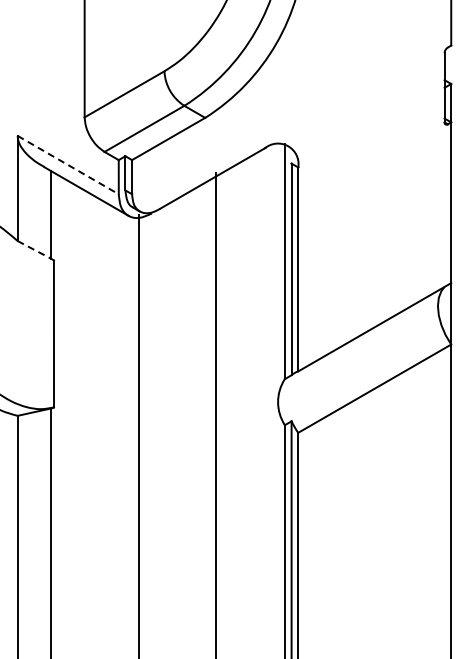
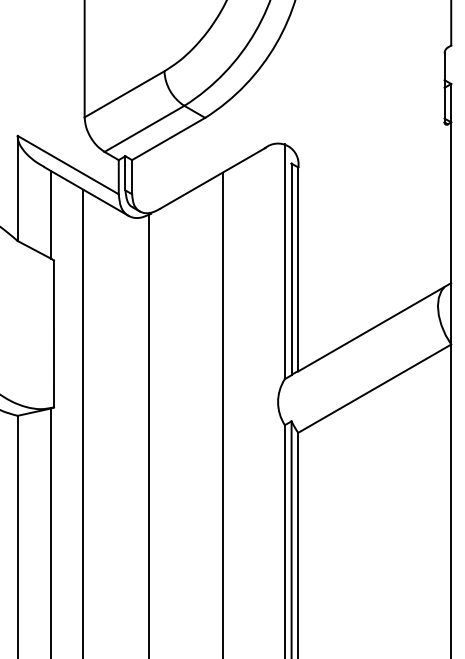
line at (68, 165): dashed -> solid
line at (34, 250): dashed -> solid
line at (215, 413) position: (215, 413) -> (222, 413)
line at (83, 422): none -> present
line at (138, 434) position: (138, 434) -> (148, 434)
